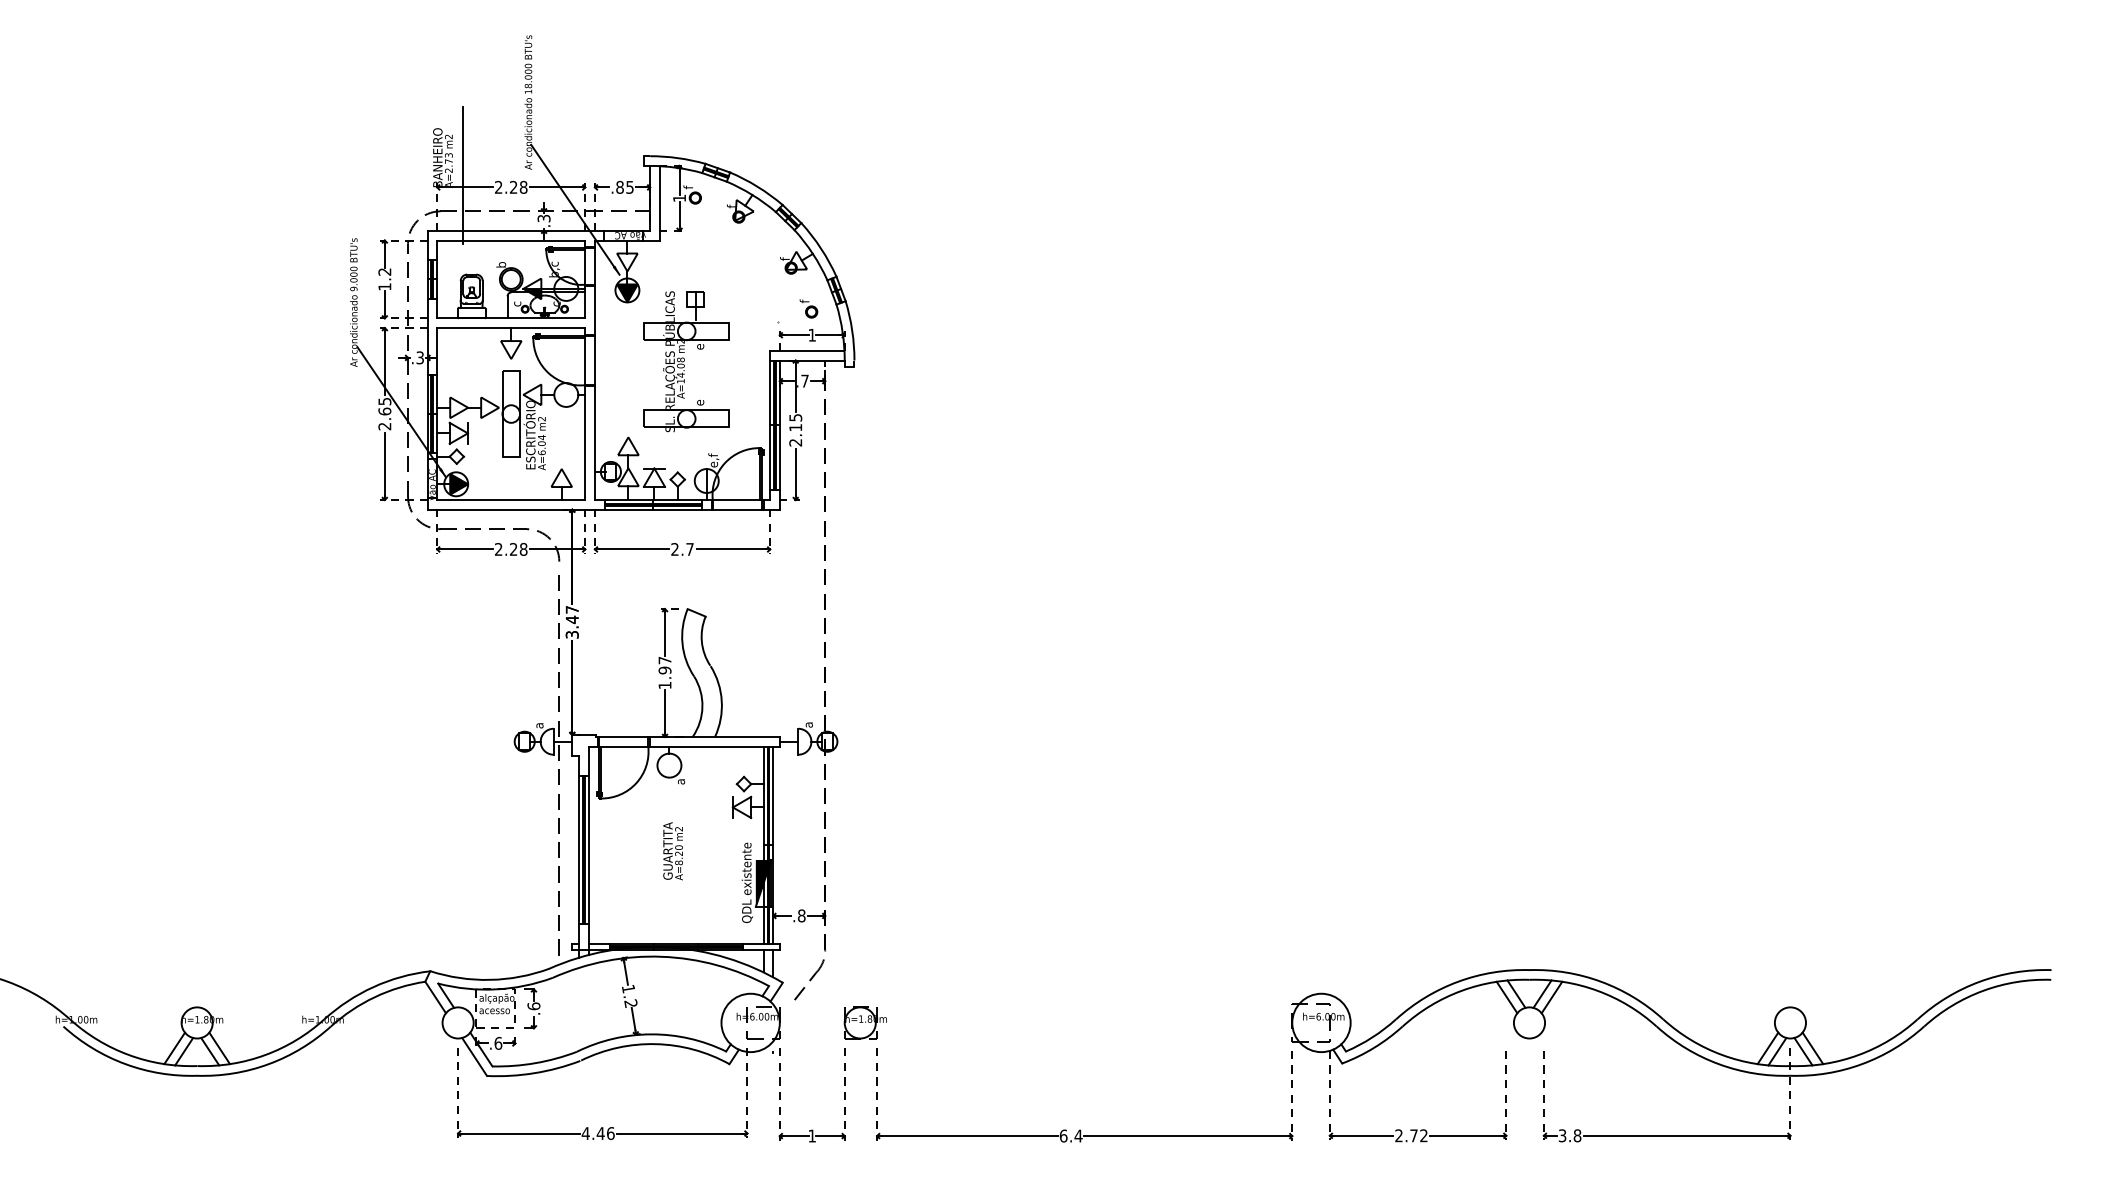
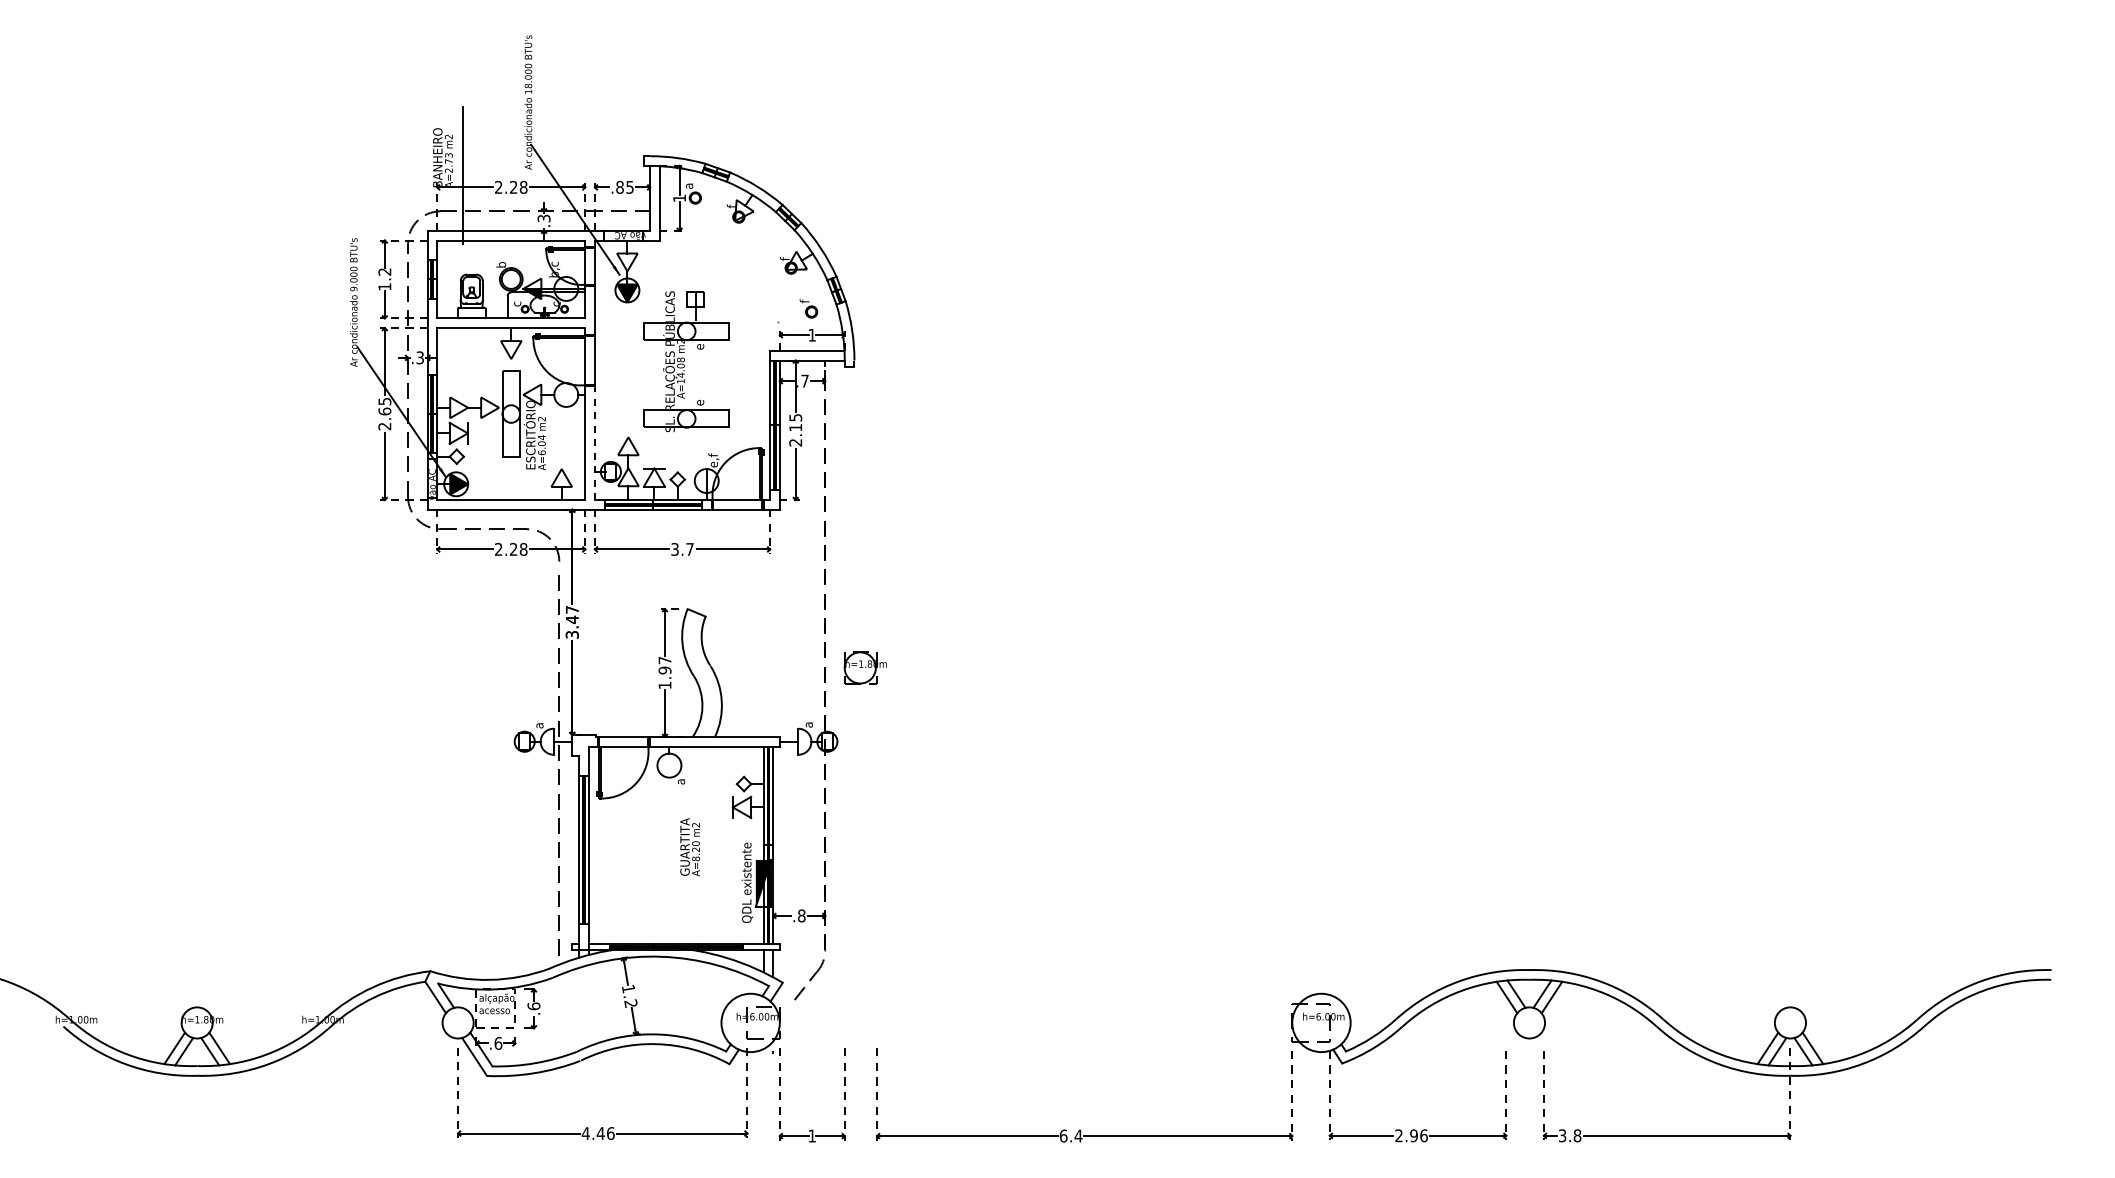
text at (688, 186): f -> a
line at (595, 443): solid -> dashed
text at (674, 549): 2.7 -> 3.7
text at (672, 851) position: (672, 851) -> (689, 847)
part at (864, 1022) position: (864, 1022) -> (864, 667)
text at (1418, 1135): 2.72 -> 2.96
